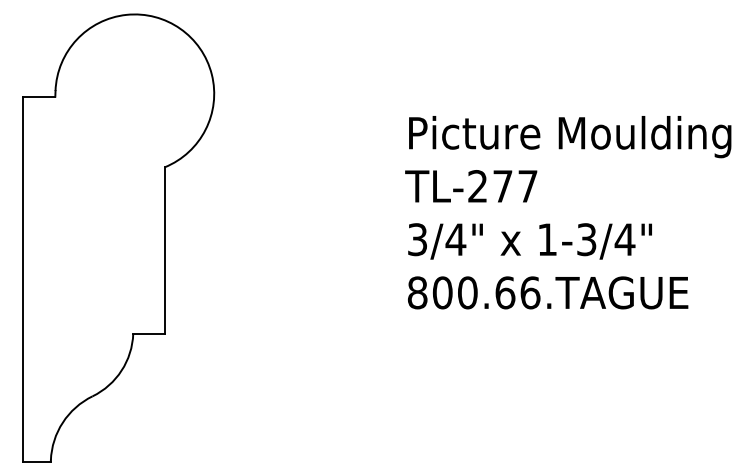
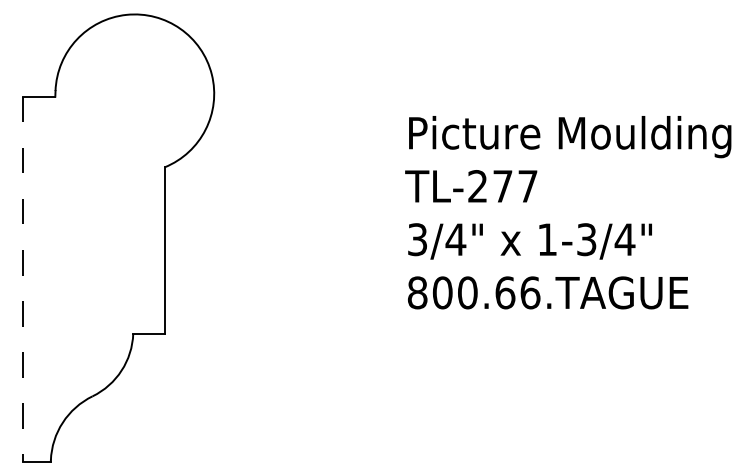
line at (22, 279): solid -> dashed
